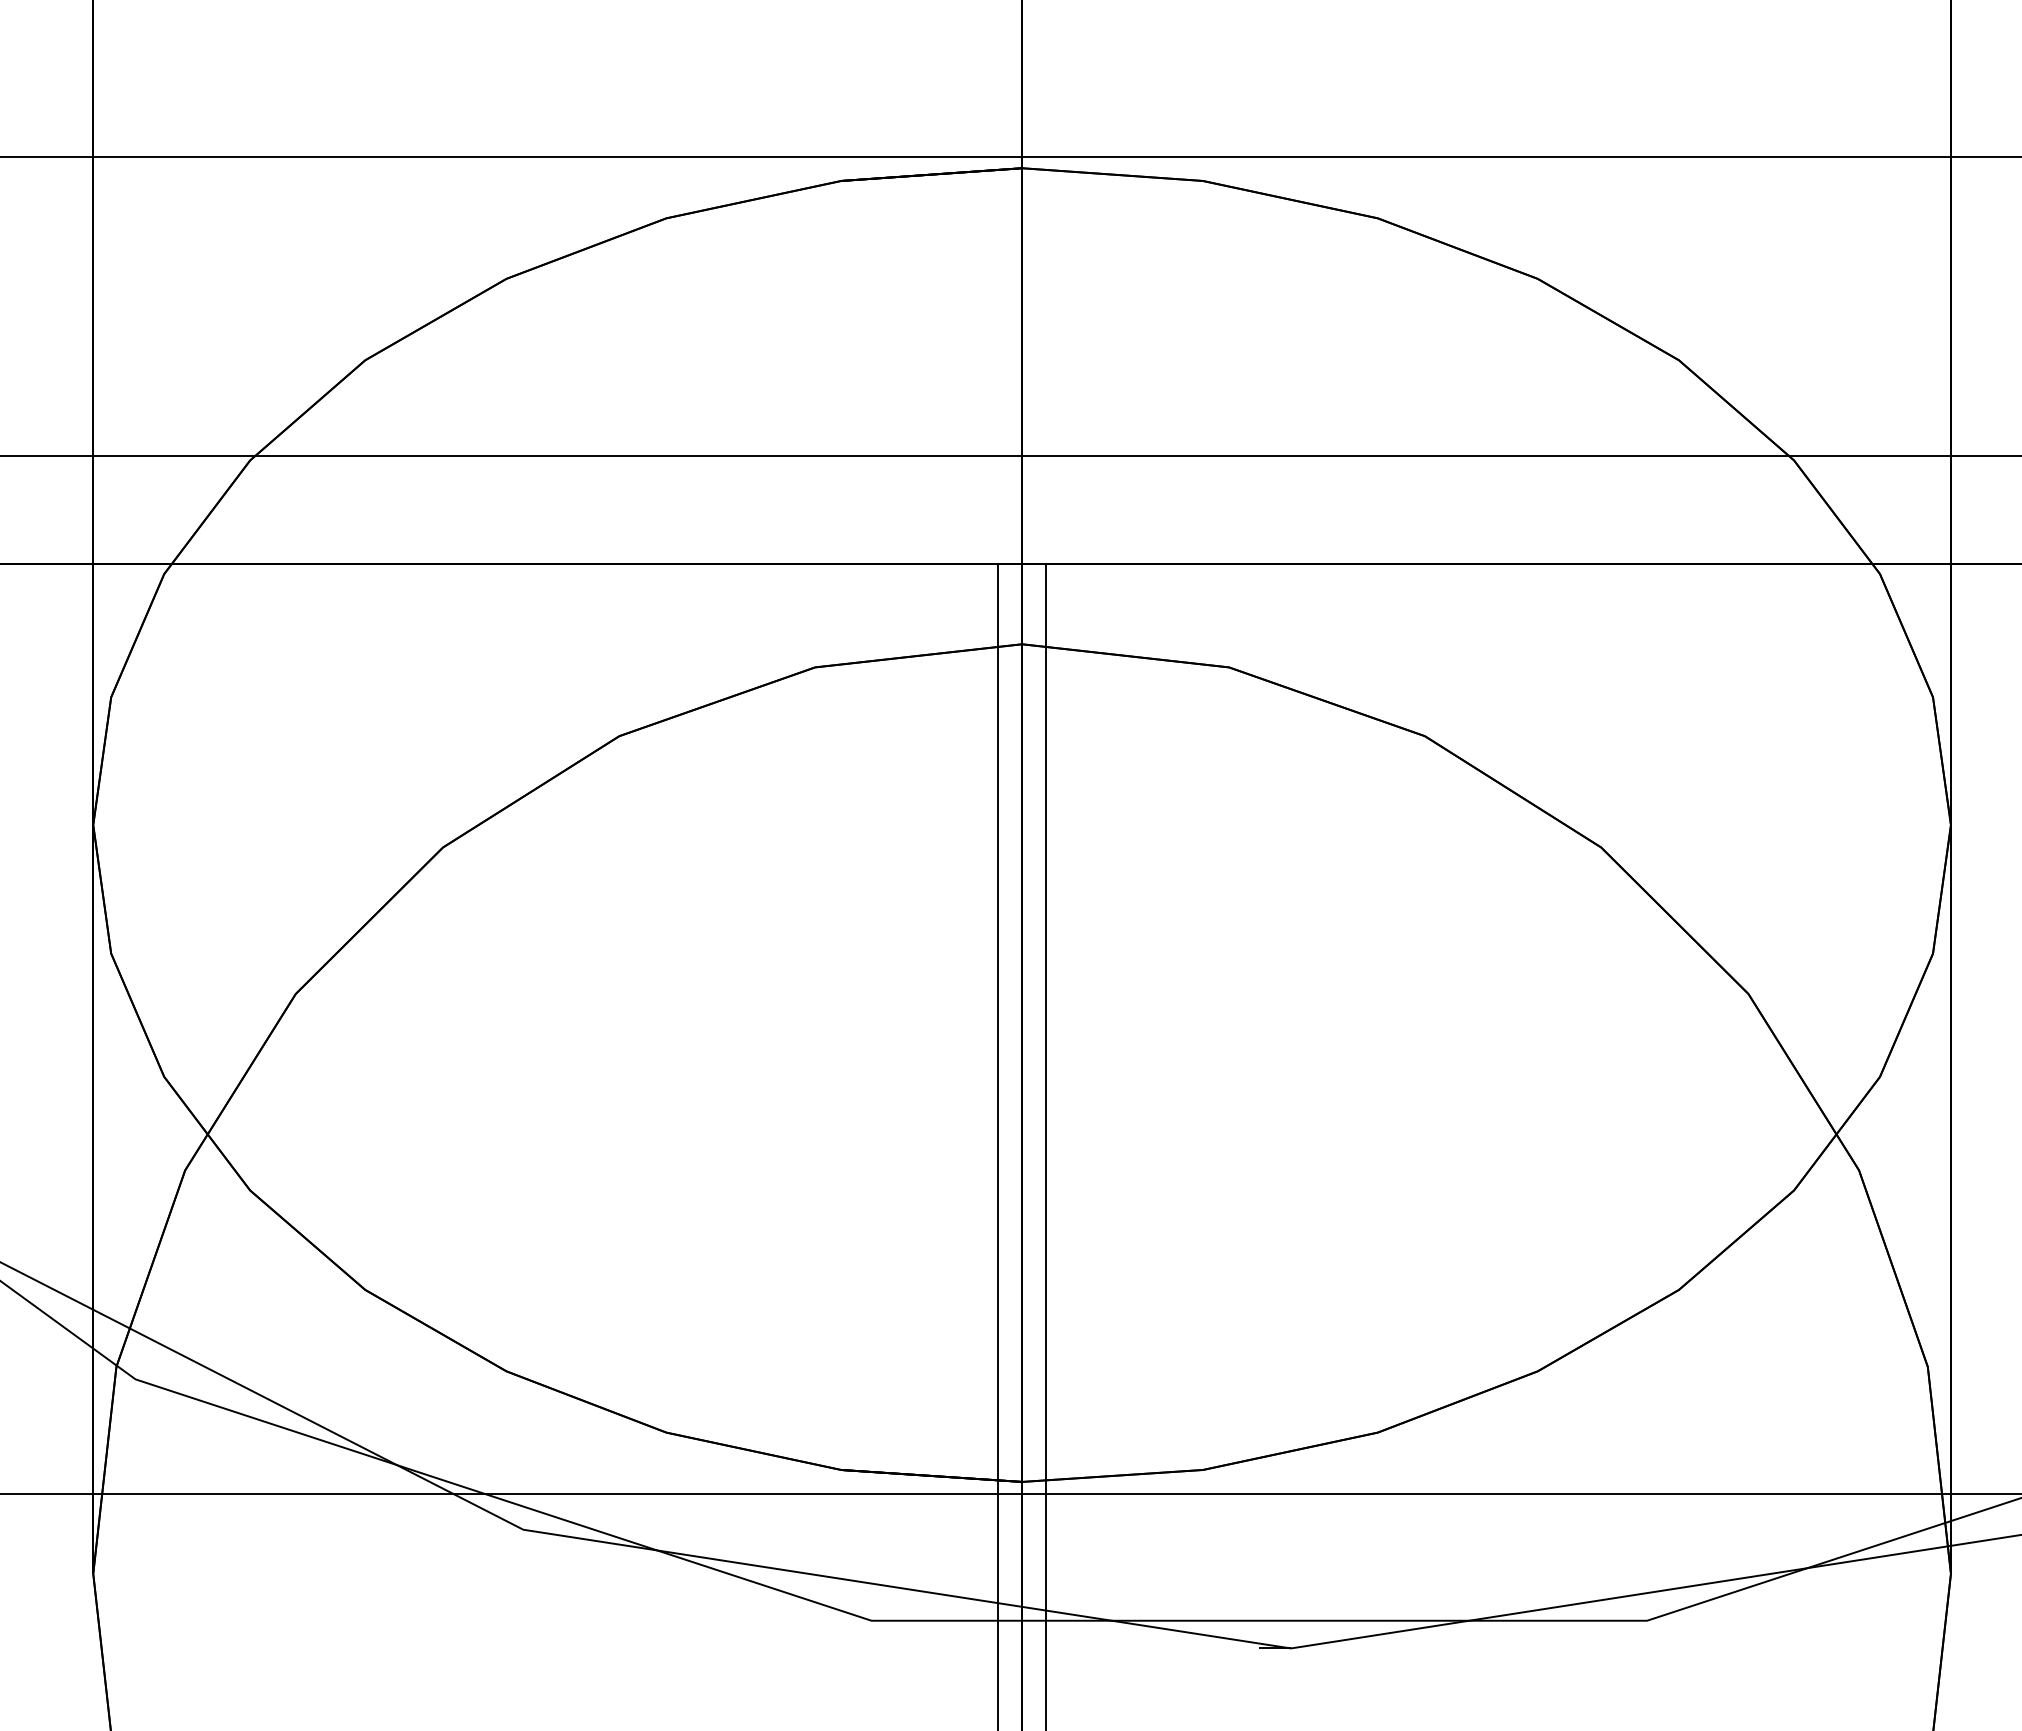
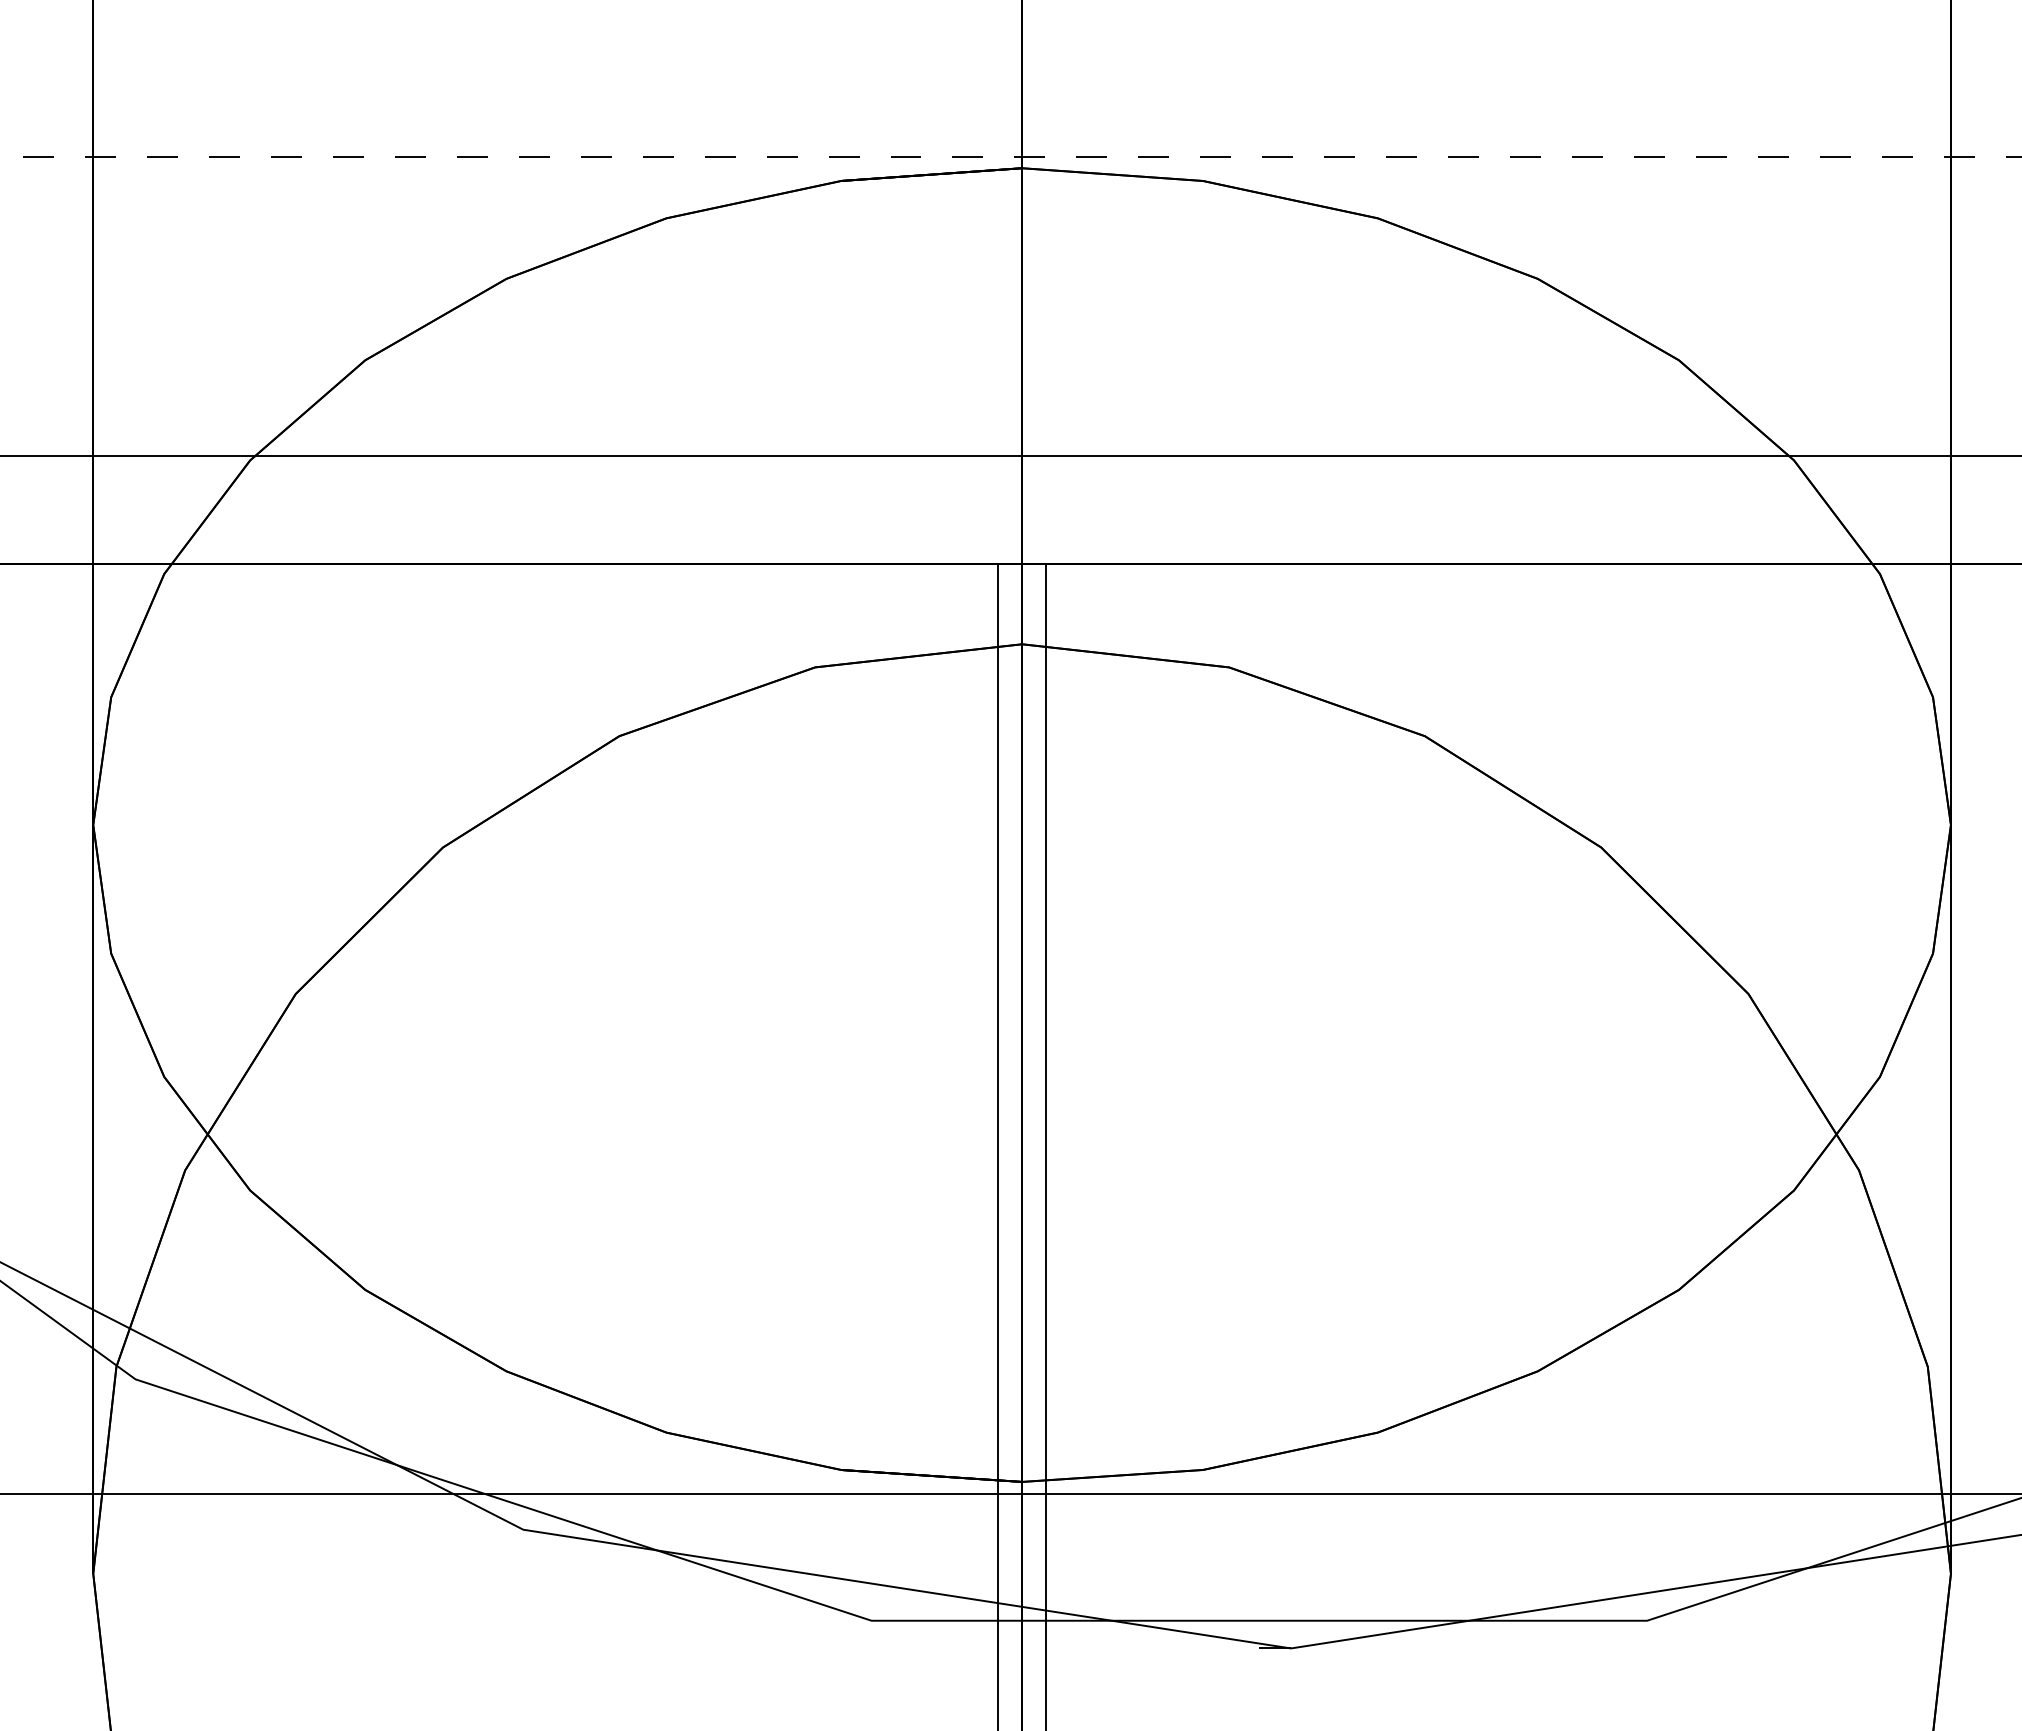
line at (1012, 156): solid -> dashed
